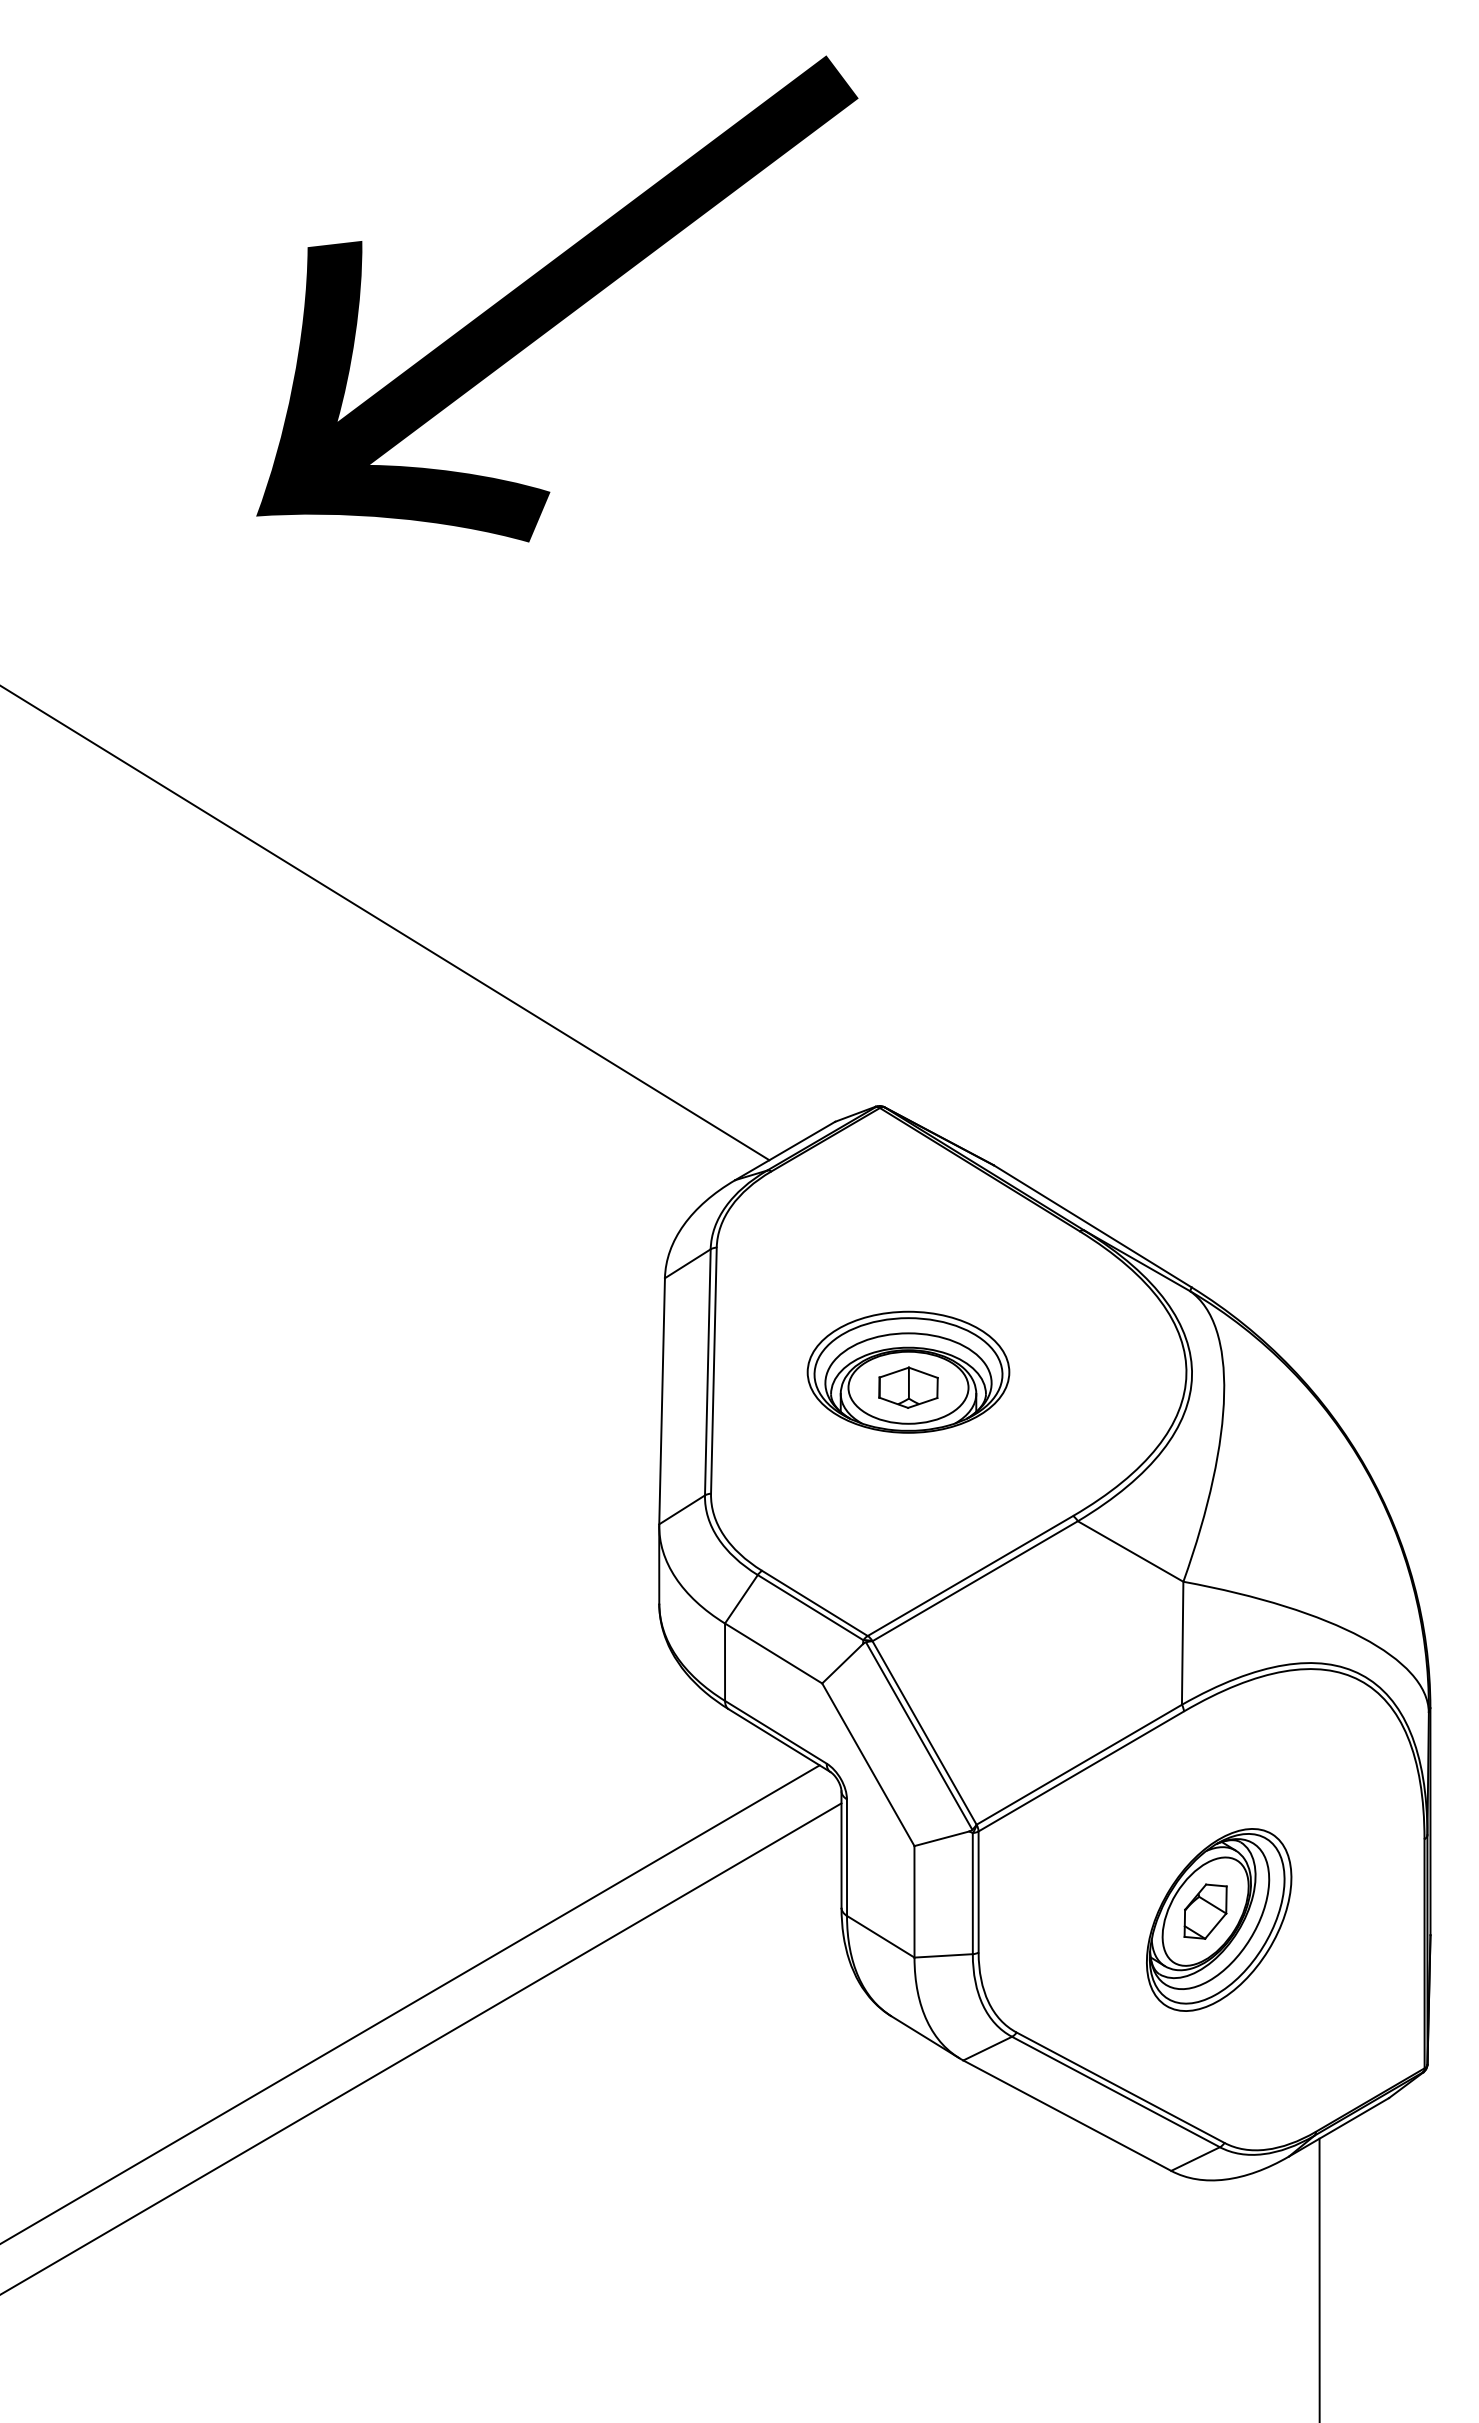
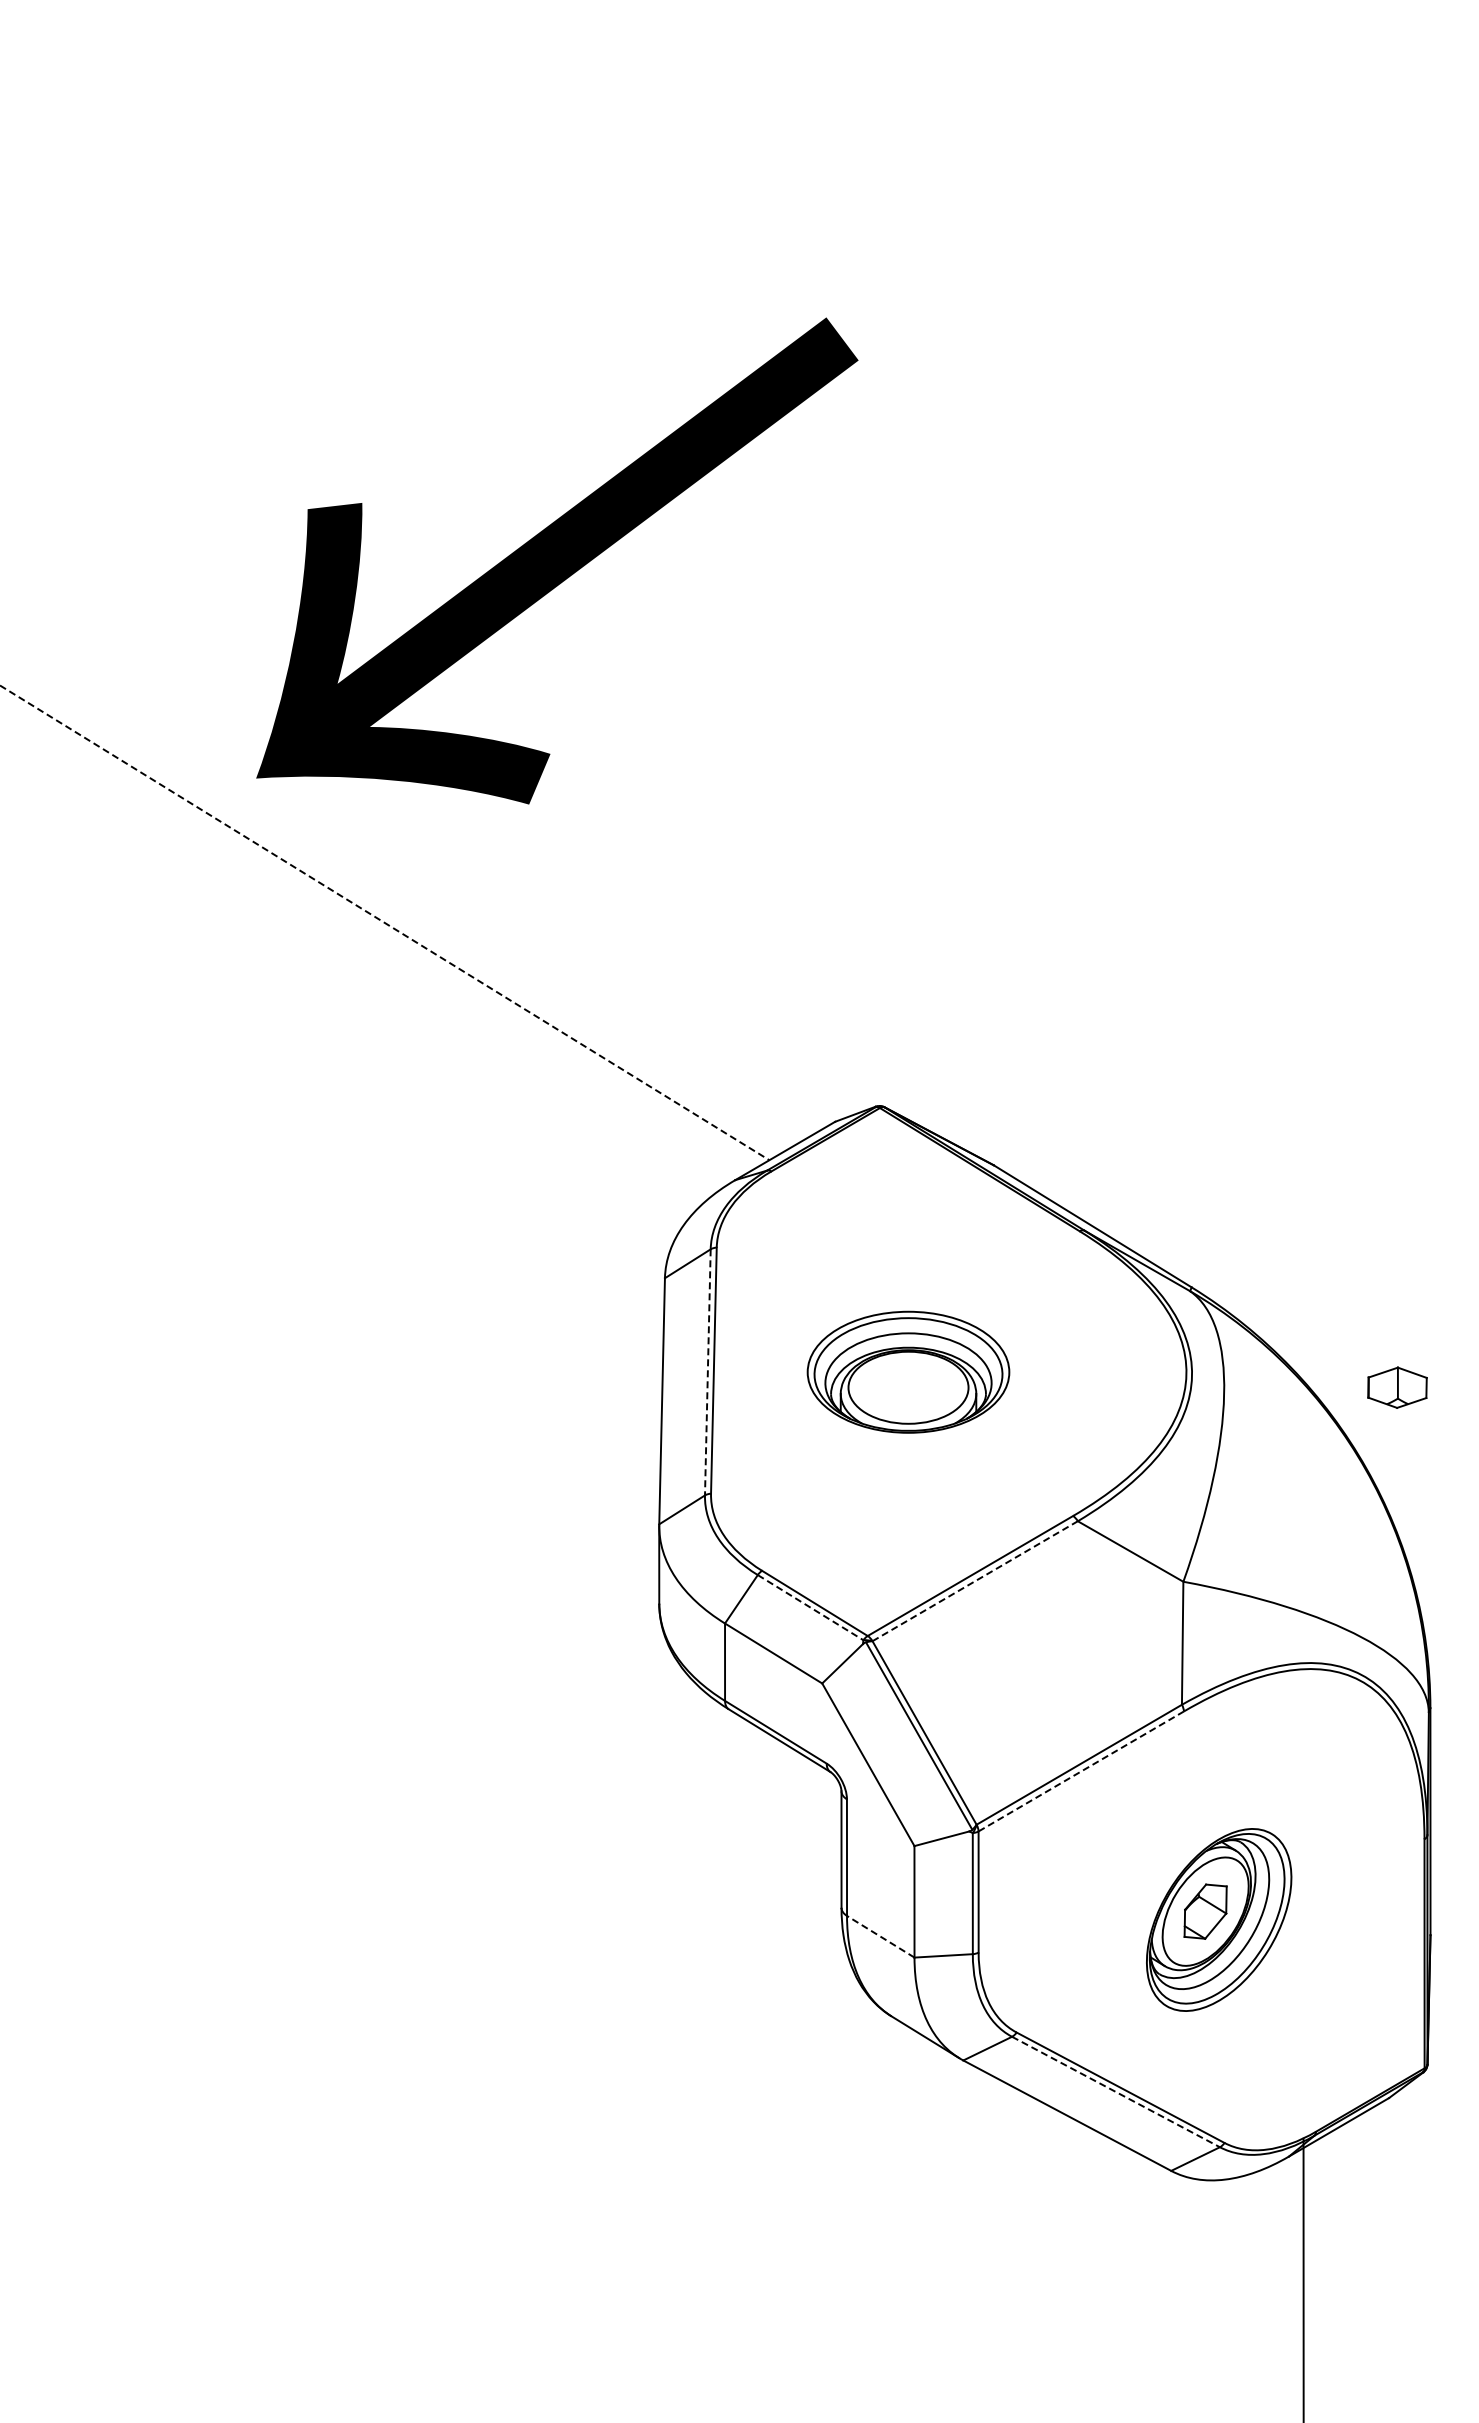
text at (557, 298) position: (557, 298) -> (557, 560)
line at (385, 923): solid -> dashed
line at (707, 1372): solid -> dashed
part at (908, 1387) position: (908, 1387) -> (1397, 1387)
line at (975, 1581): solid -> dashed
line at (811, 1607): solid -> dashed
line at (1081, 1771): solid -> dashed
line at (880, 1936): solid -> dashed
line at (410, 2003): present -> none
line at (421, 2048): present -> none
line at (1116, 2092): solid -> dashed
line at (1319, 2278) position: (1319, 2278) -> (1303, 2278)
